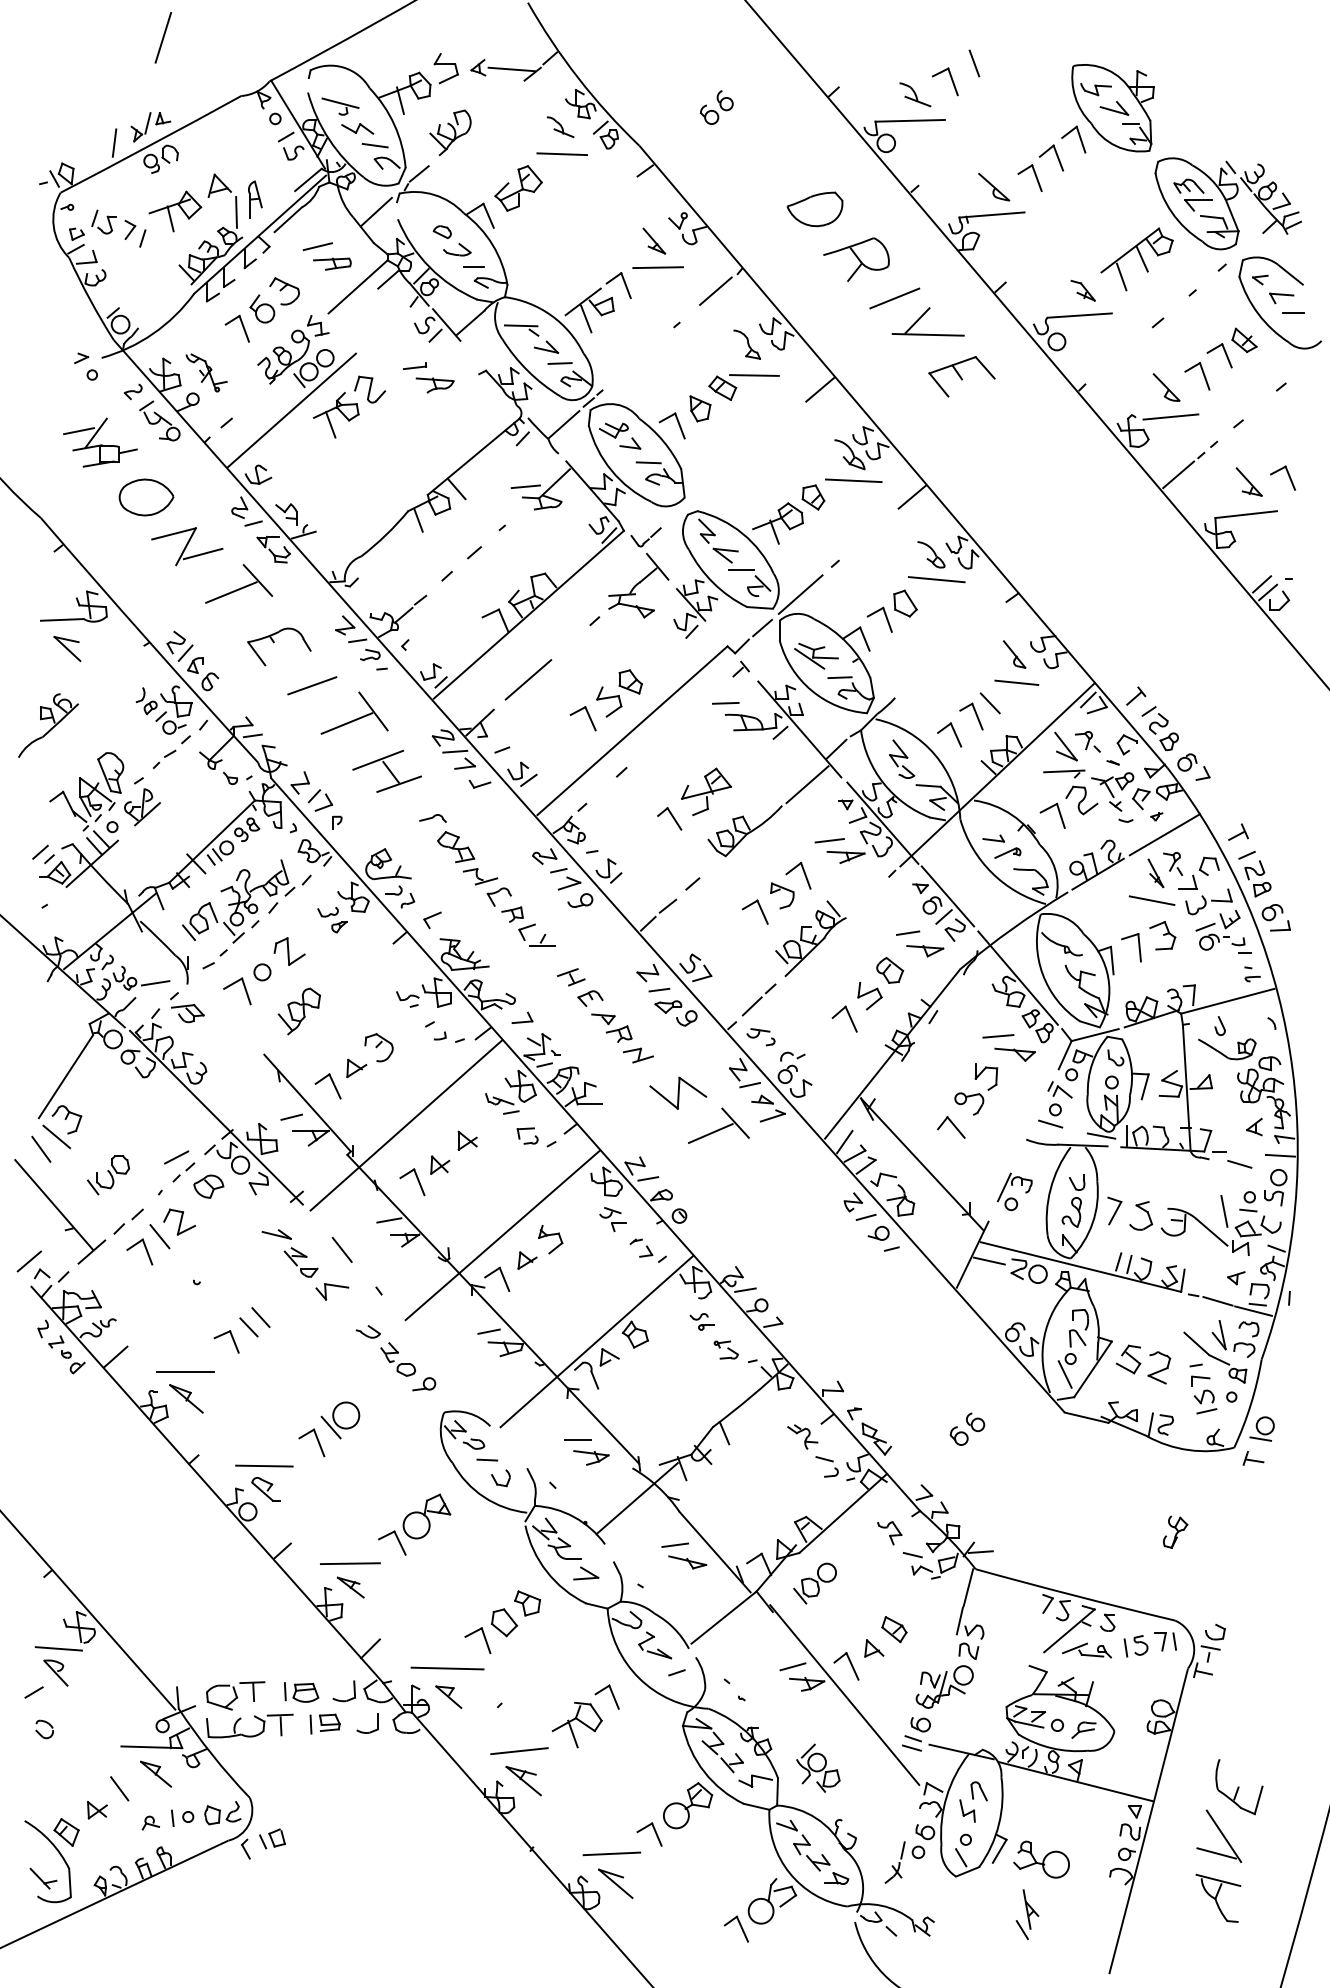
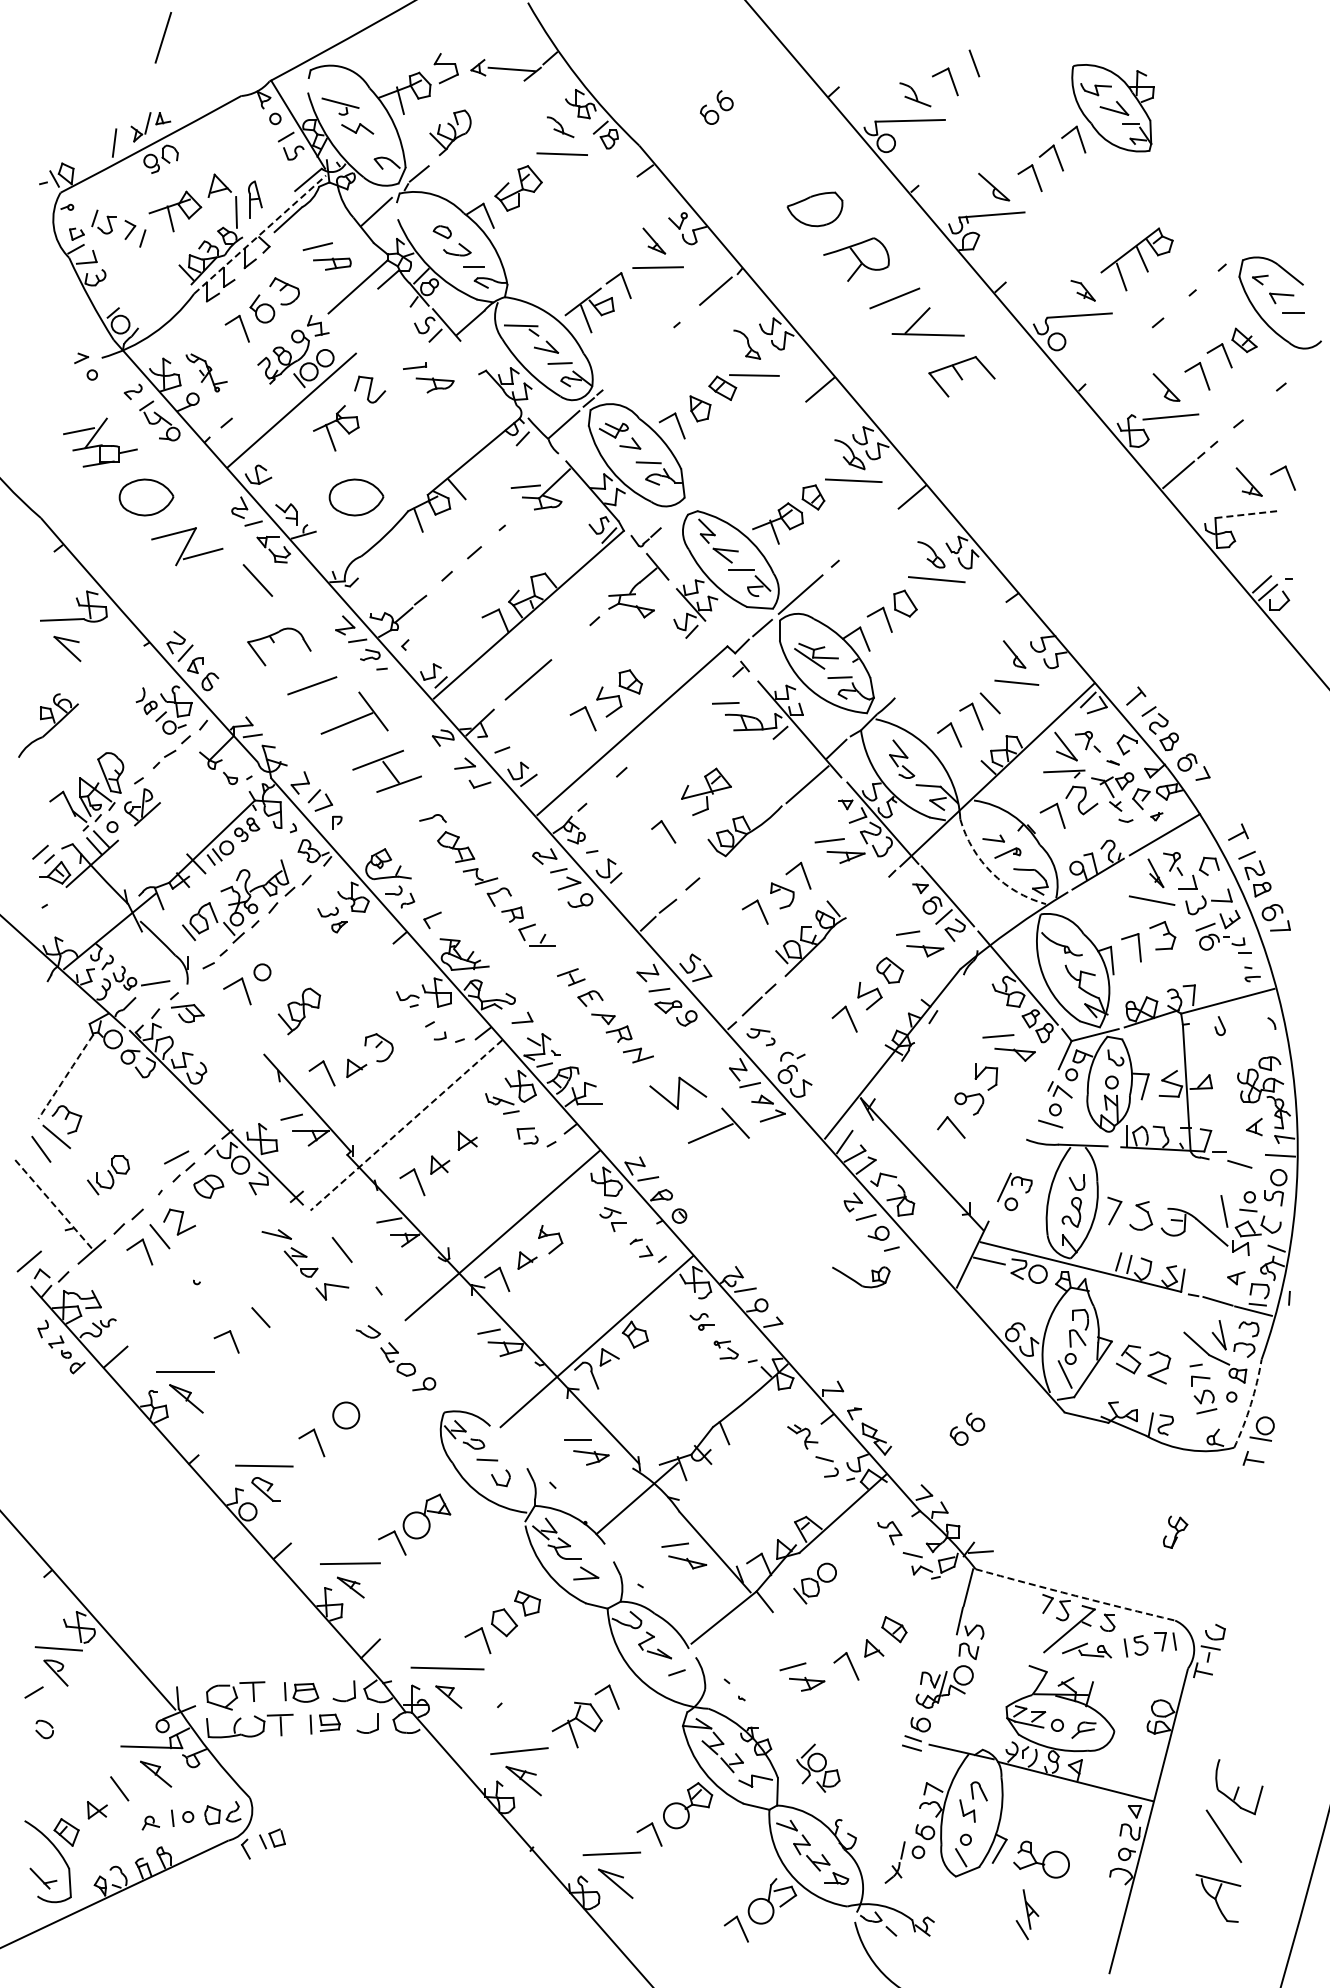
line at (374, 145): present -> none
part at (1227, 203): present -> none
line at (260, 234): solid -> dashed
part at (336, 415) position: (336, 415) -> (336, 428)
part at (356, 497): none -> present
line at (1245, 514): solid -> dashed
line at (231, 592): present -> none
line at (455, 751): present -> none
part at (669, 818) position: (669, 818) -> (663, 831)
arc at (992, 872): solid -> dashed
part at (289, 951): present -> none
part at (1227, 1049) position: (1227, 1049) -> (861, 1277)
arc at (65, 1077): solid -> dashed
part at (327, 1086) position: (327, 1086) -> (321, 1073)
line at (406, 1125): solid -> dashed
line at (1101, 1135): present -> none
line at (54, 1205): solid -> dashed
line at (248, 1327): present -> none
arc at (1250, 1404): solid -> dashed
line at (330, 1427): present -> none
arc at (1075, 1595): solid -> dashed
line at (844, 1694): present -> none
line at (1216, 1853): present -> none
